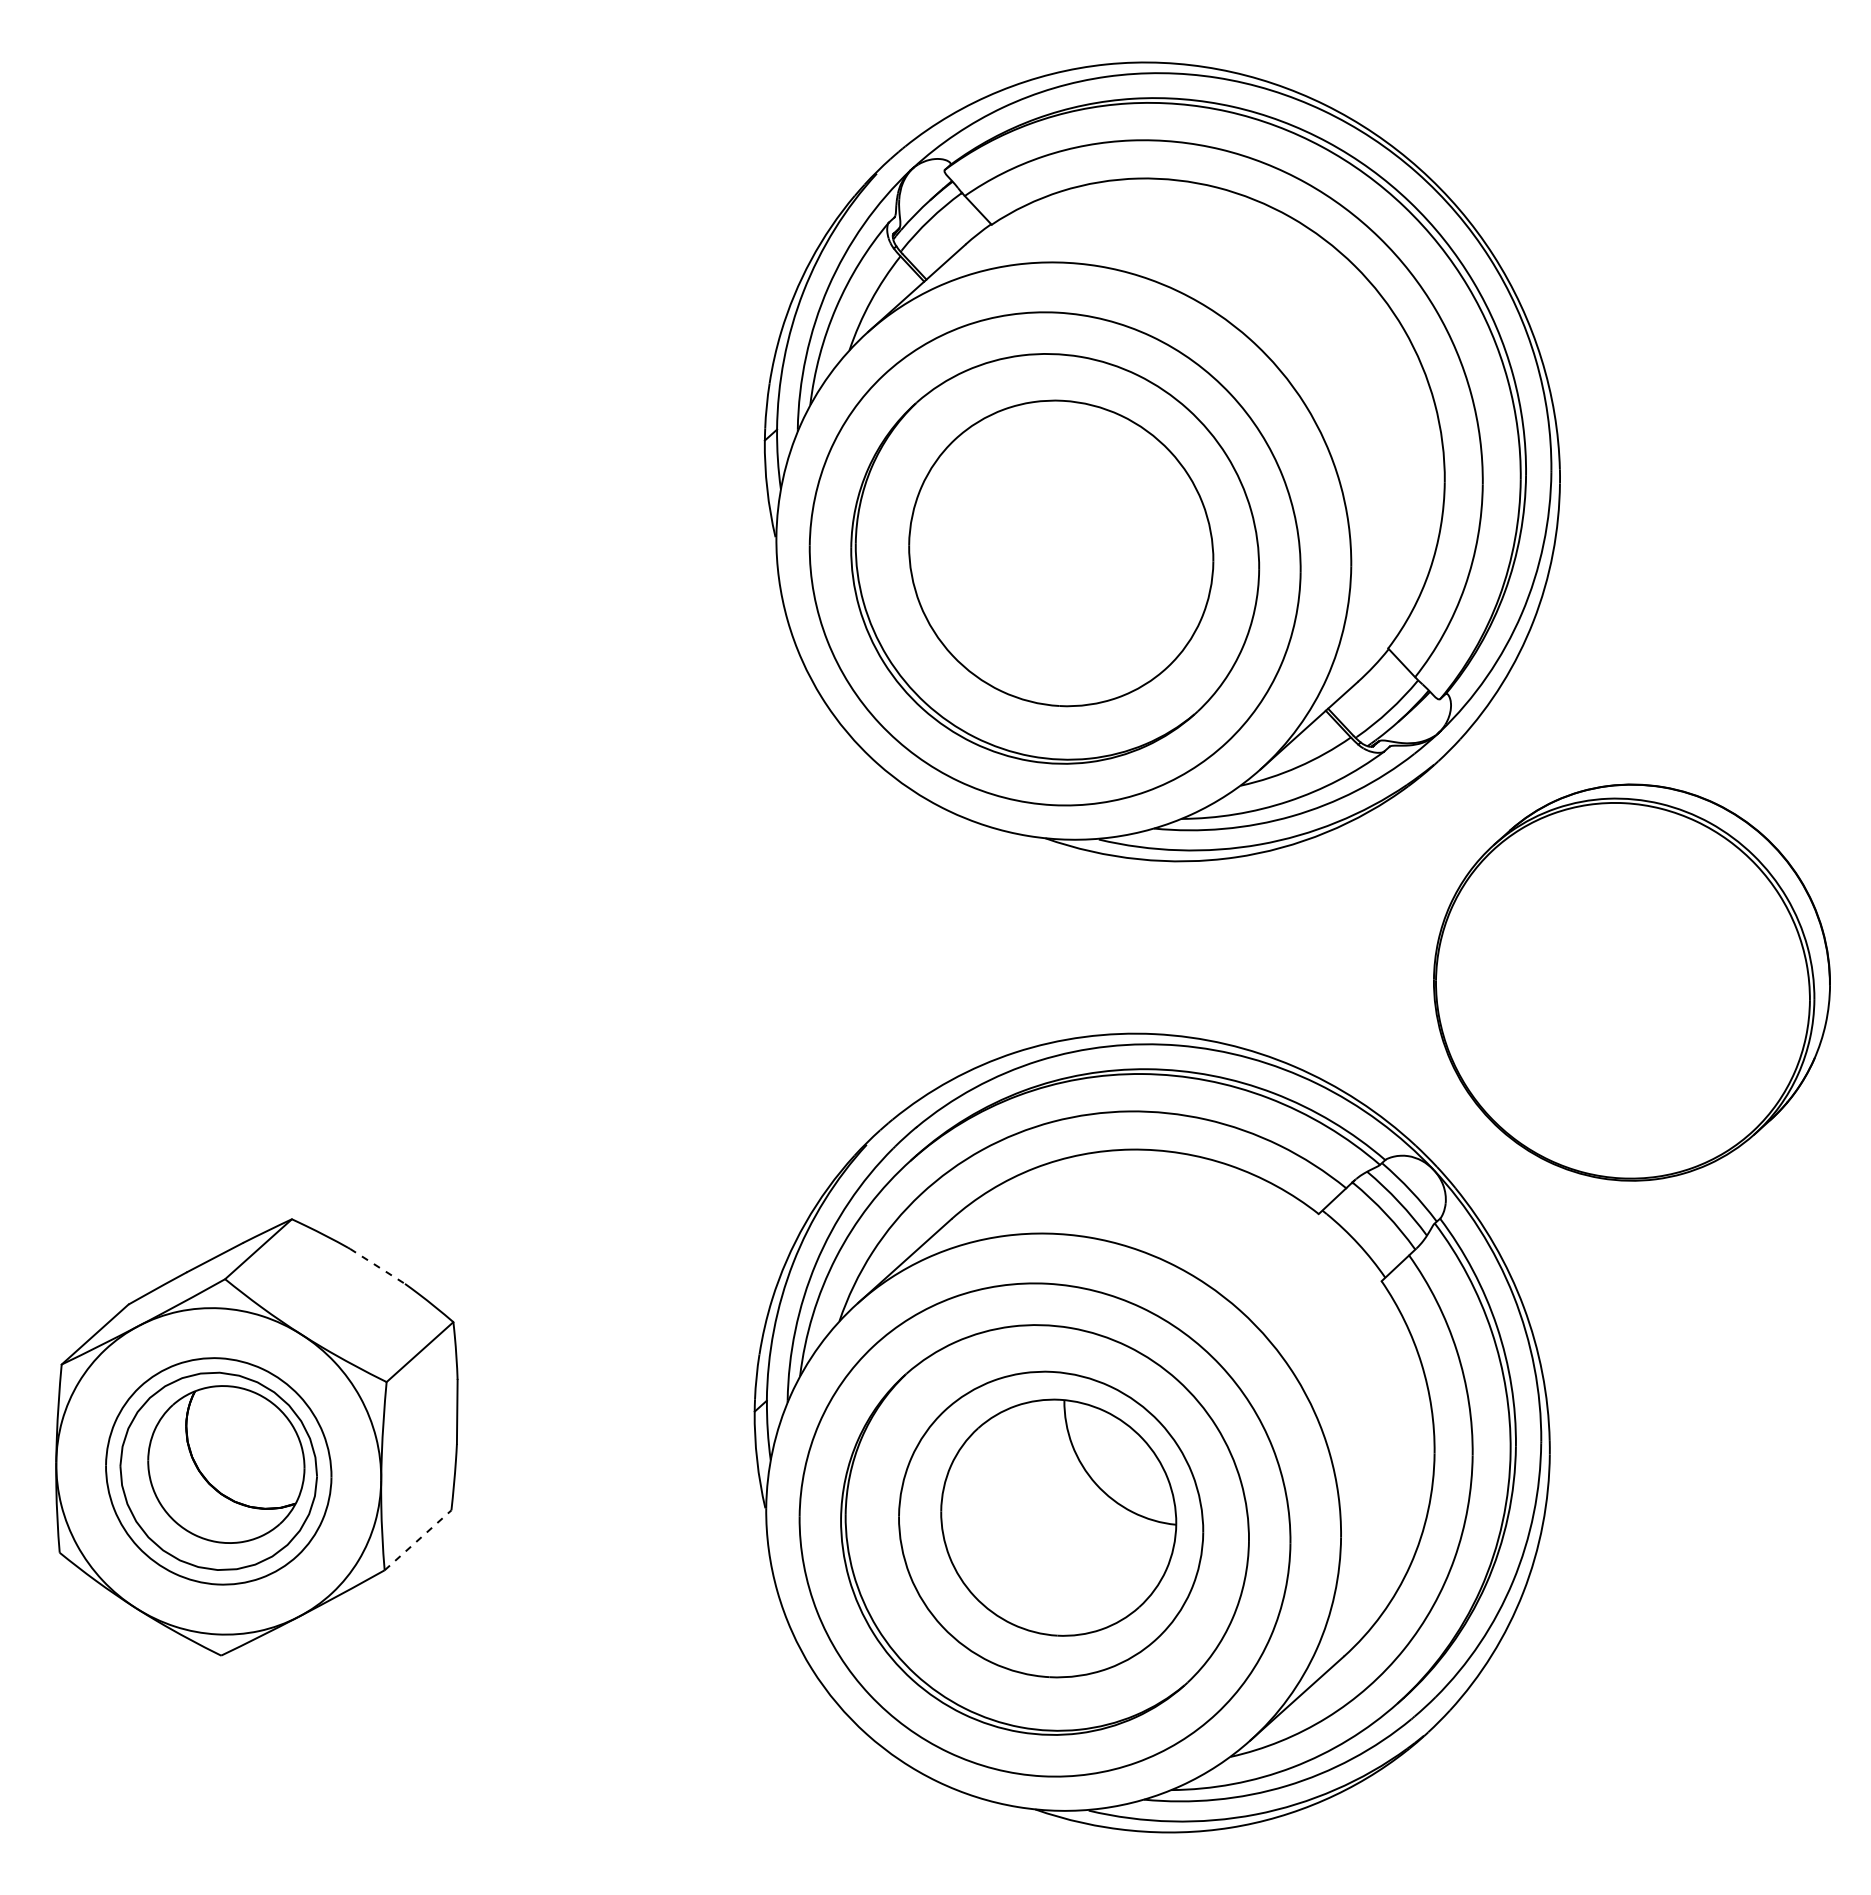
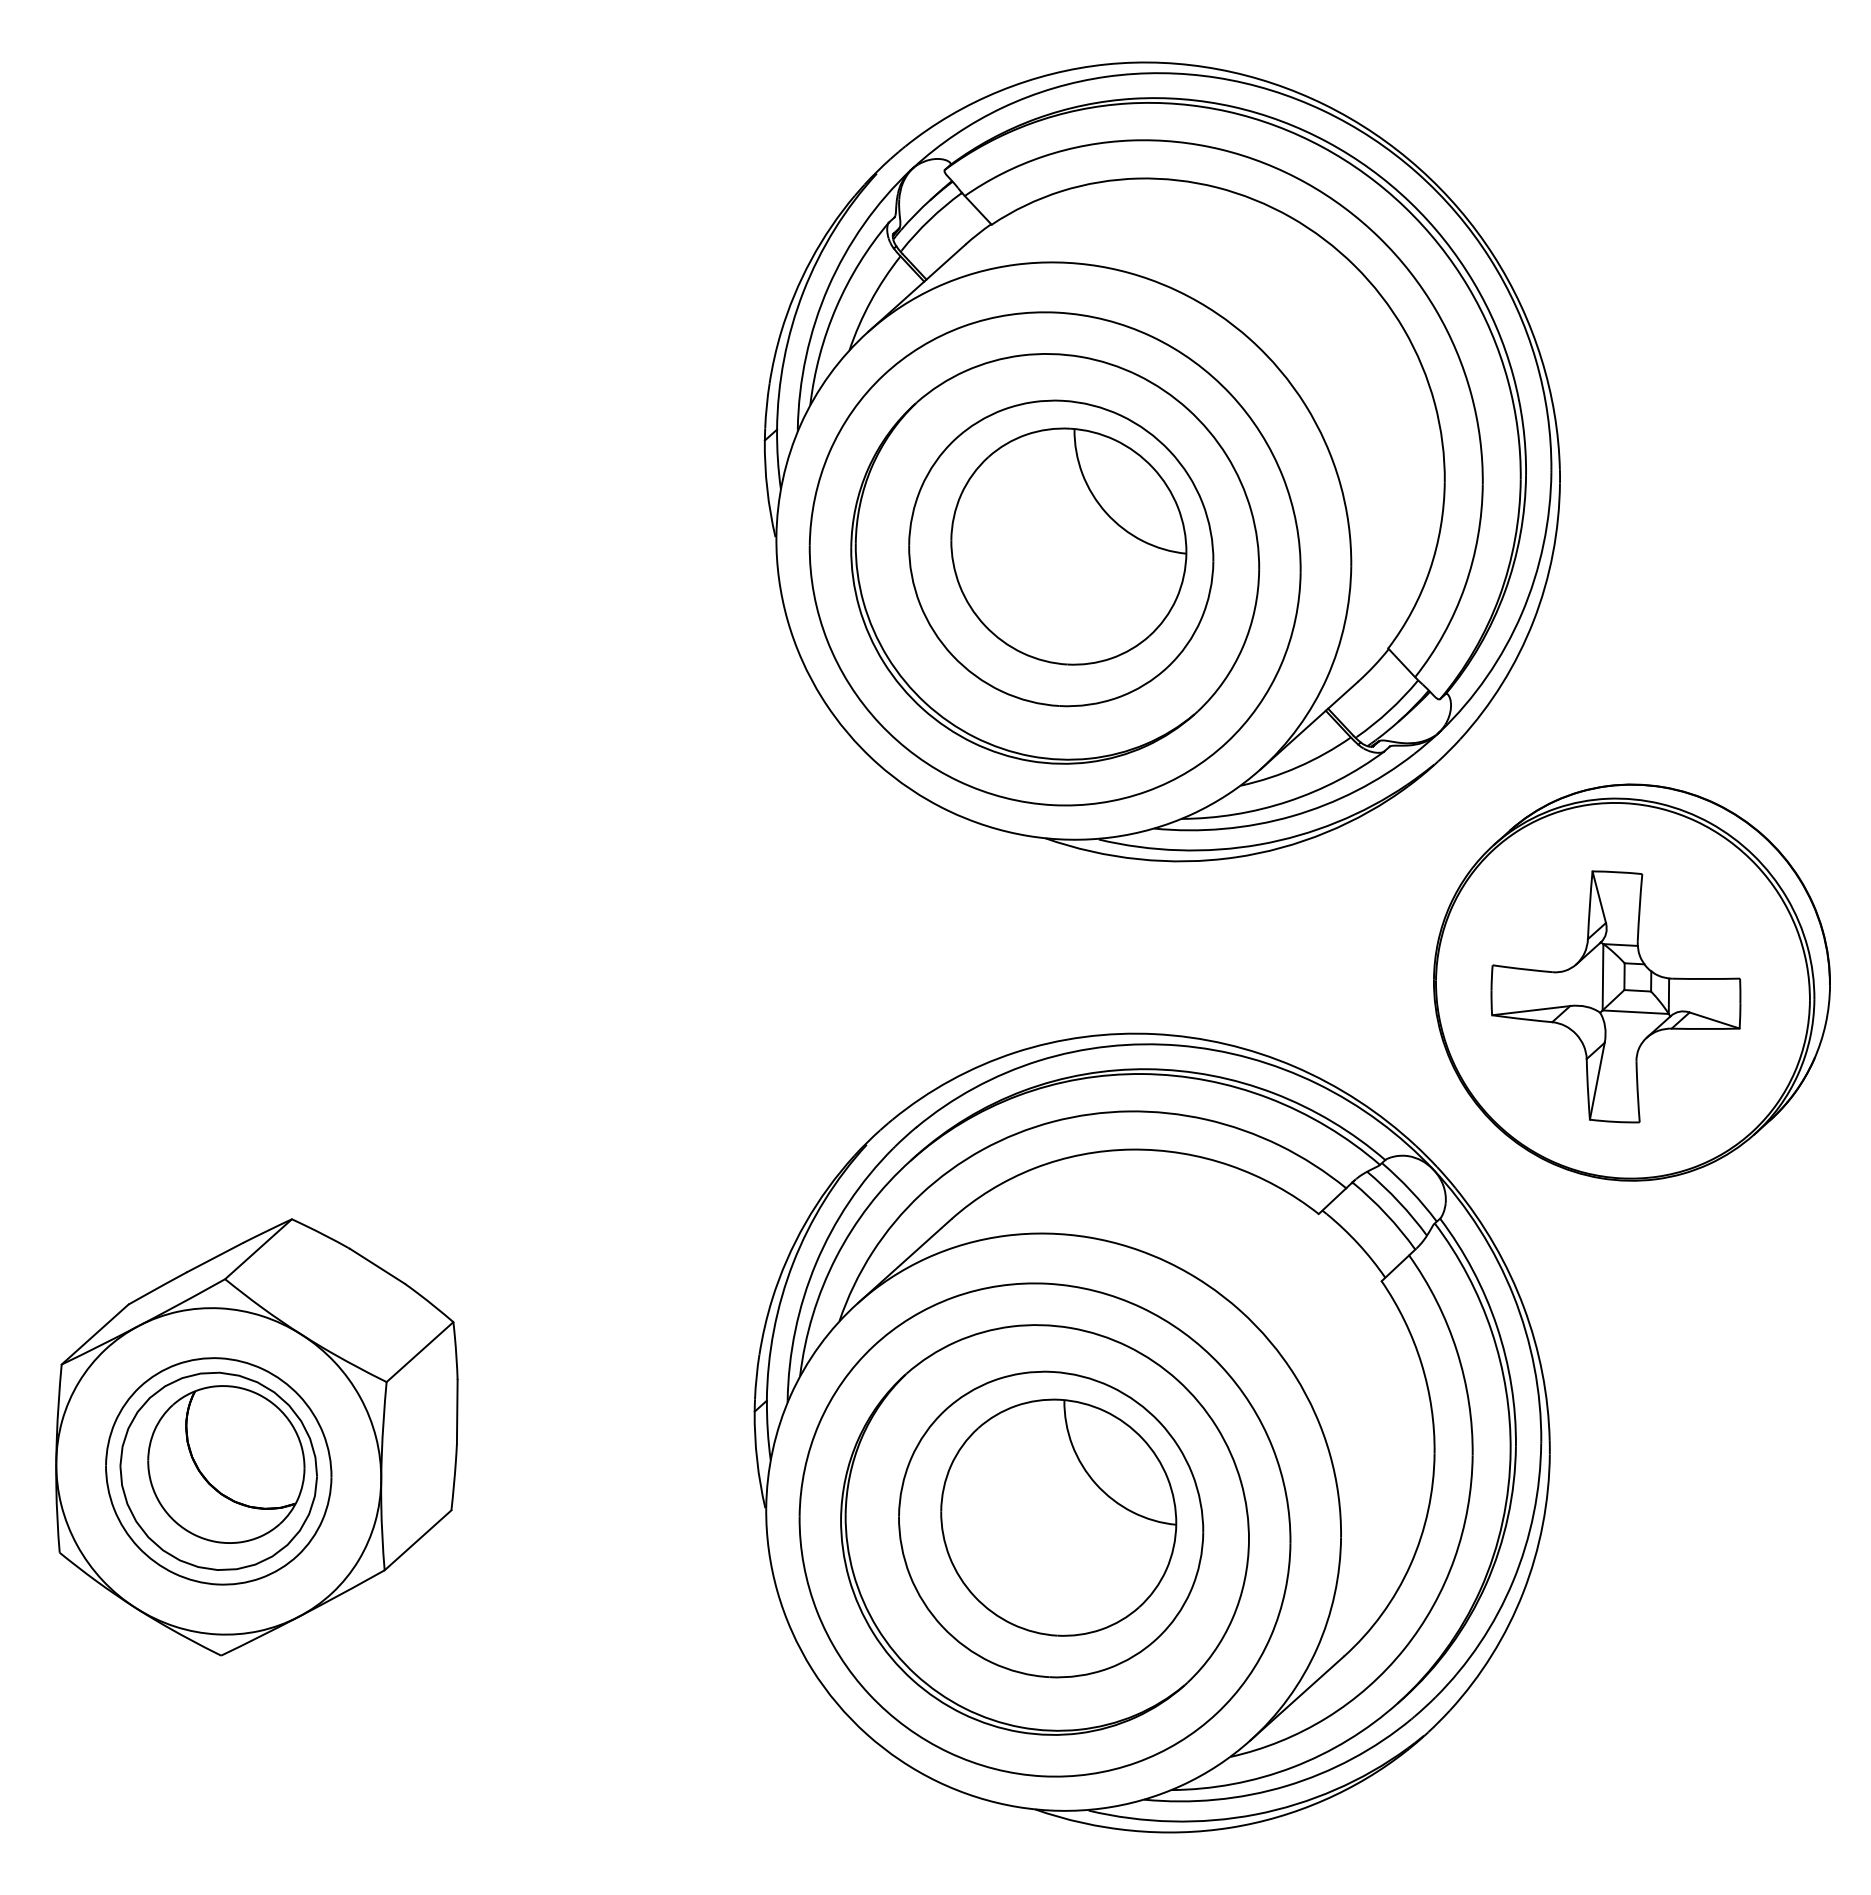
part at (1068, 546): none -> present
part at (1615, 996): none -> present
line at (377, 1266): dashed -> solid
line at (418, 1540): dashed -> solid
